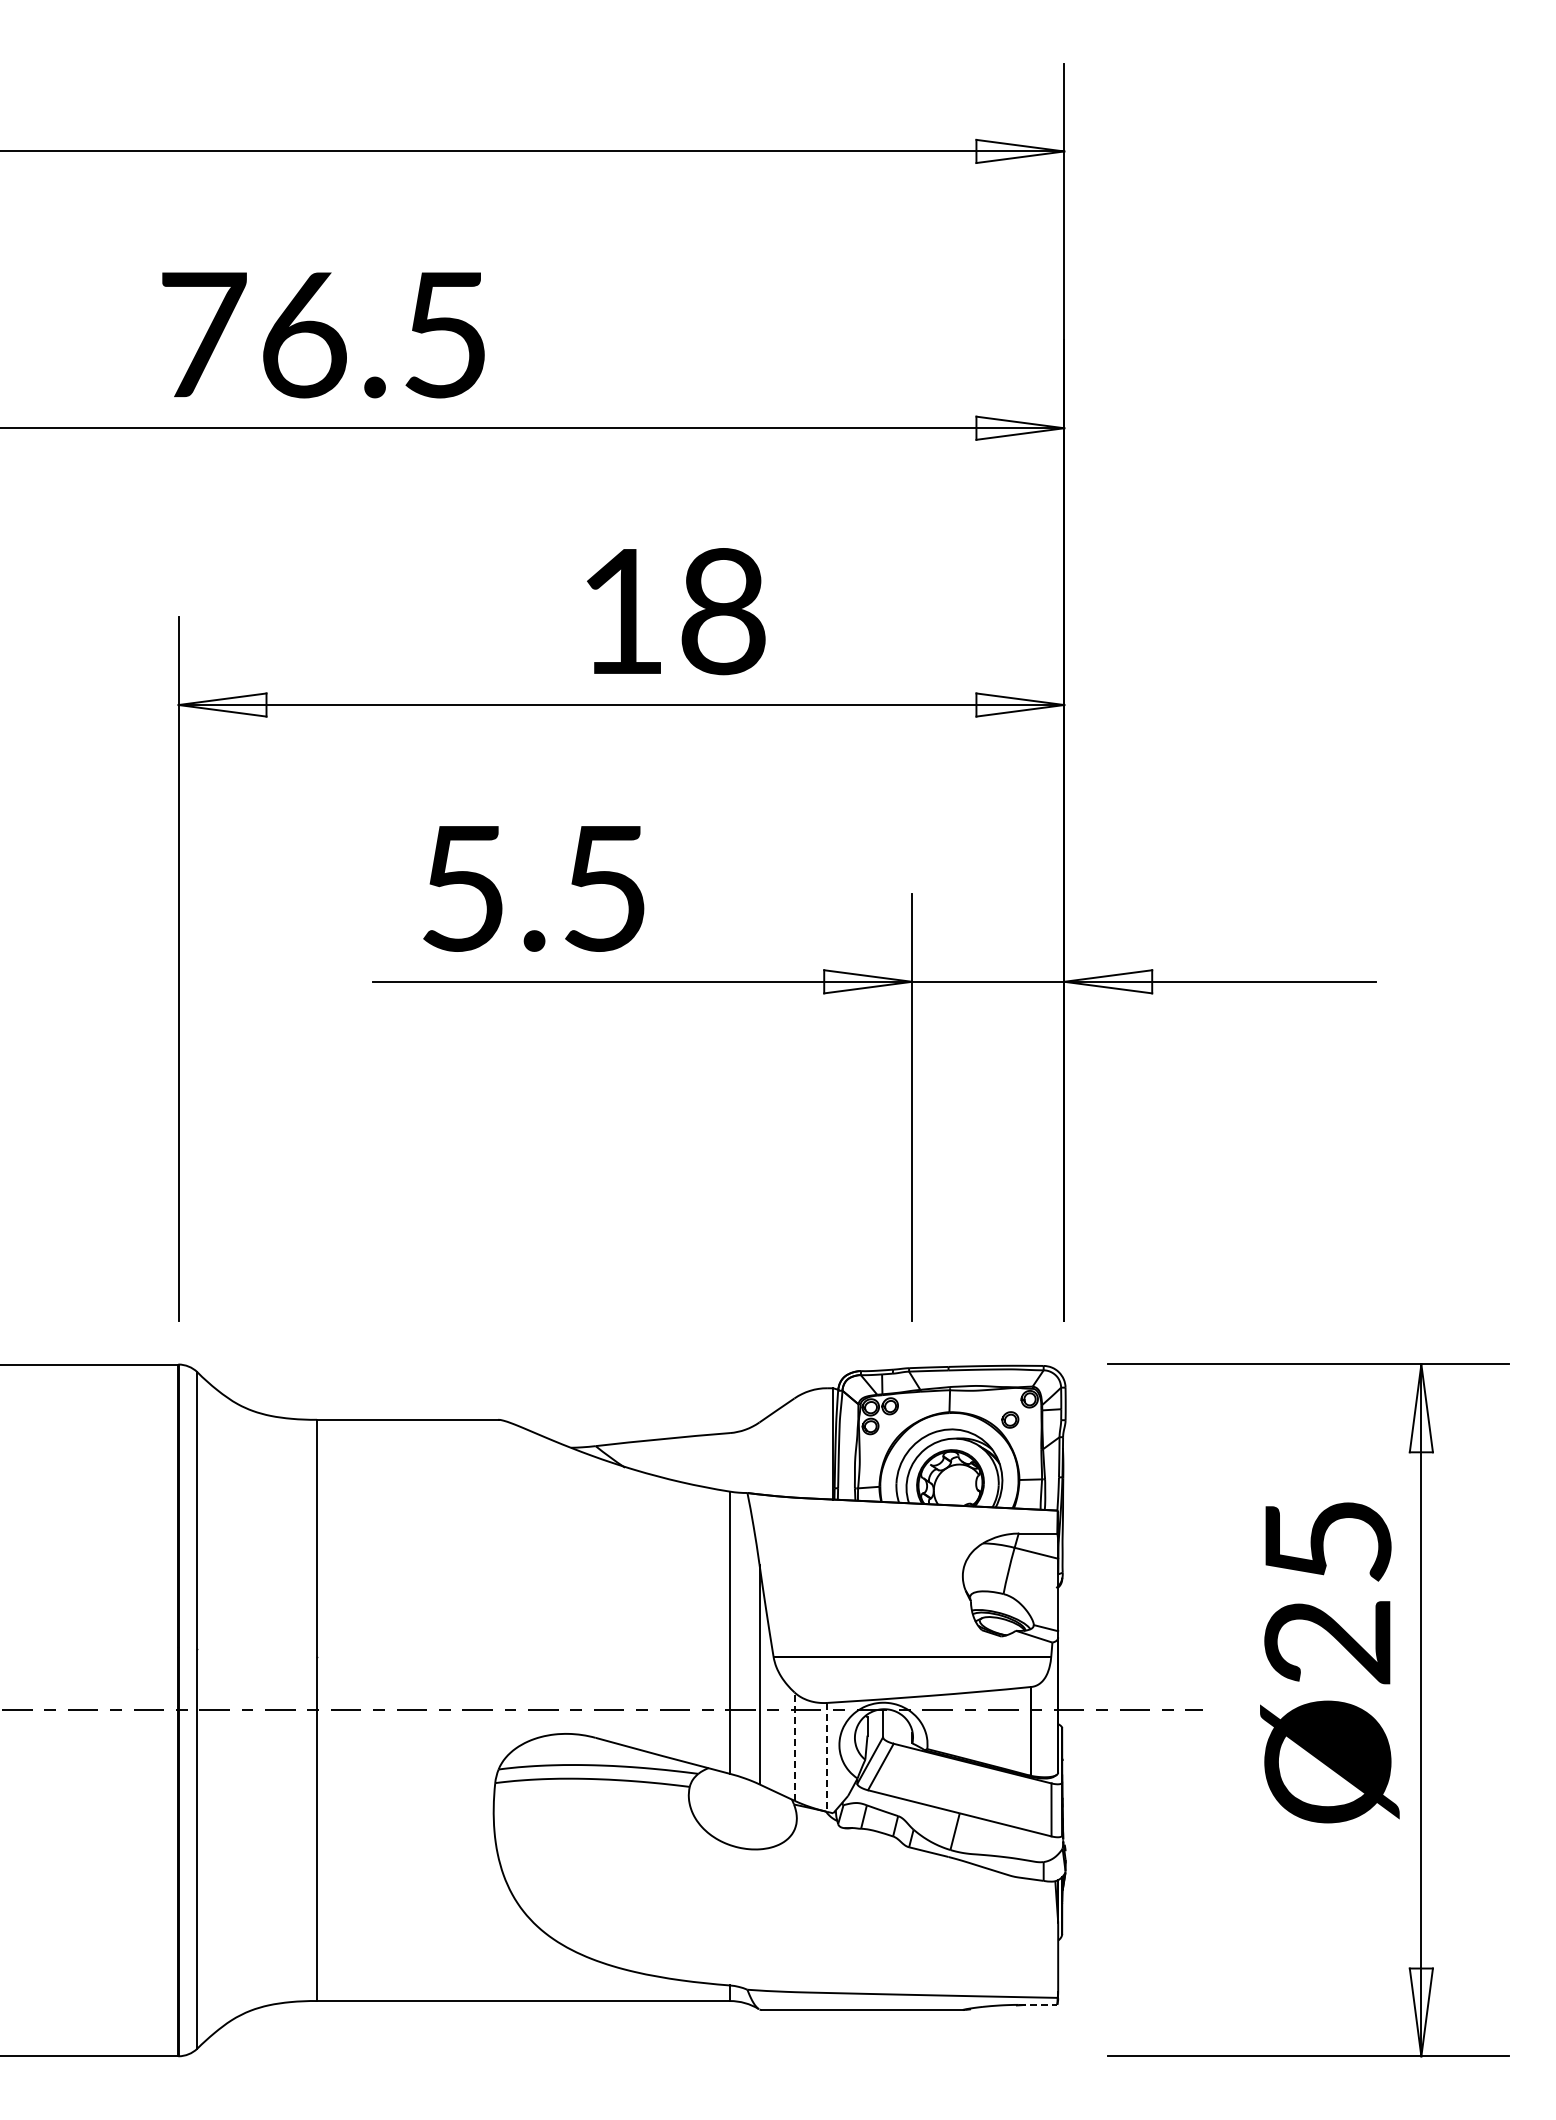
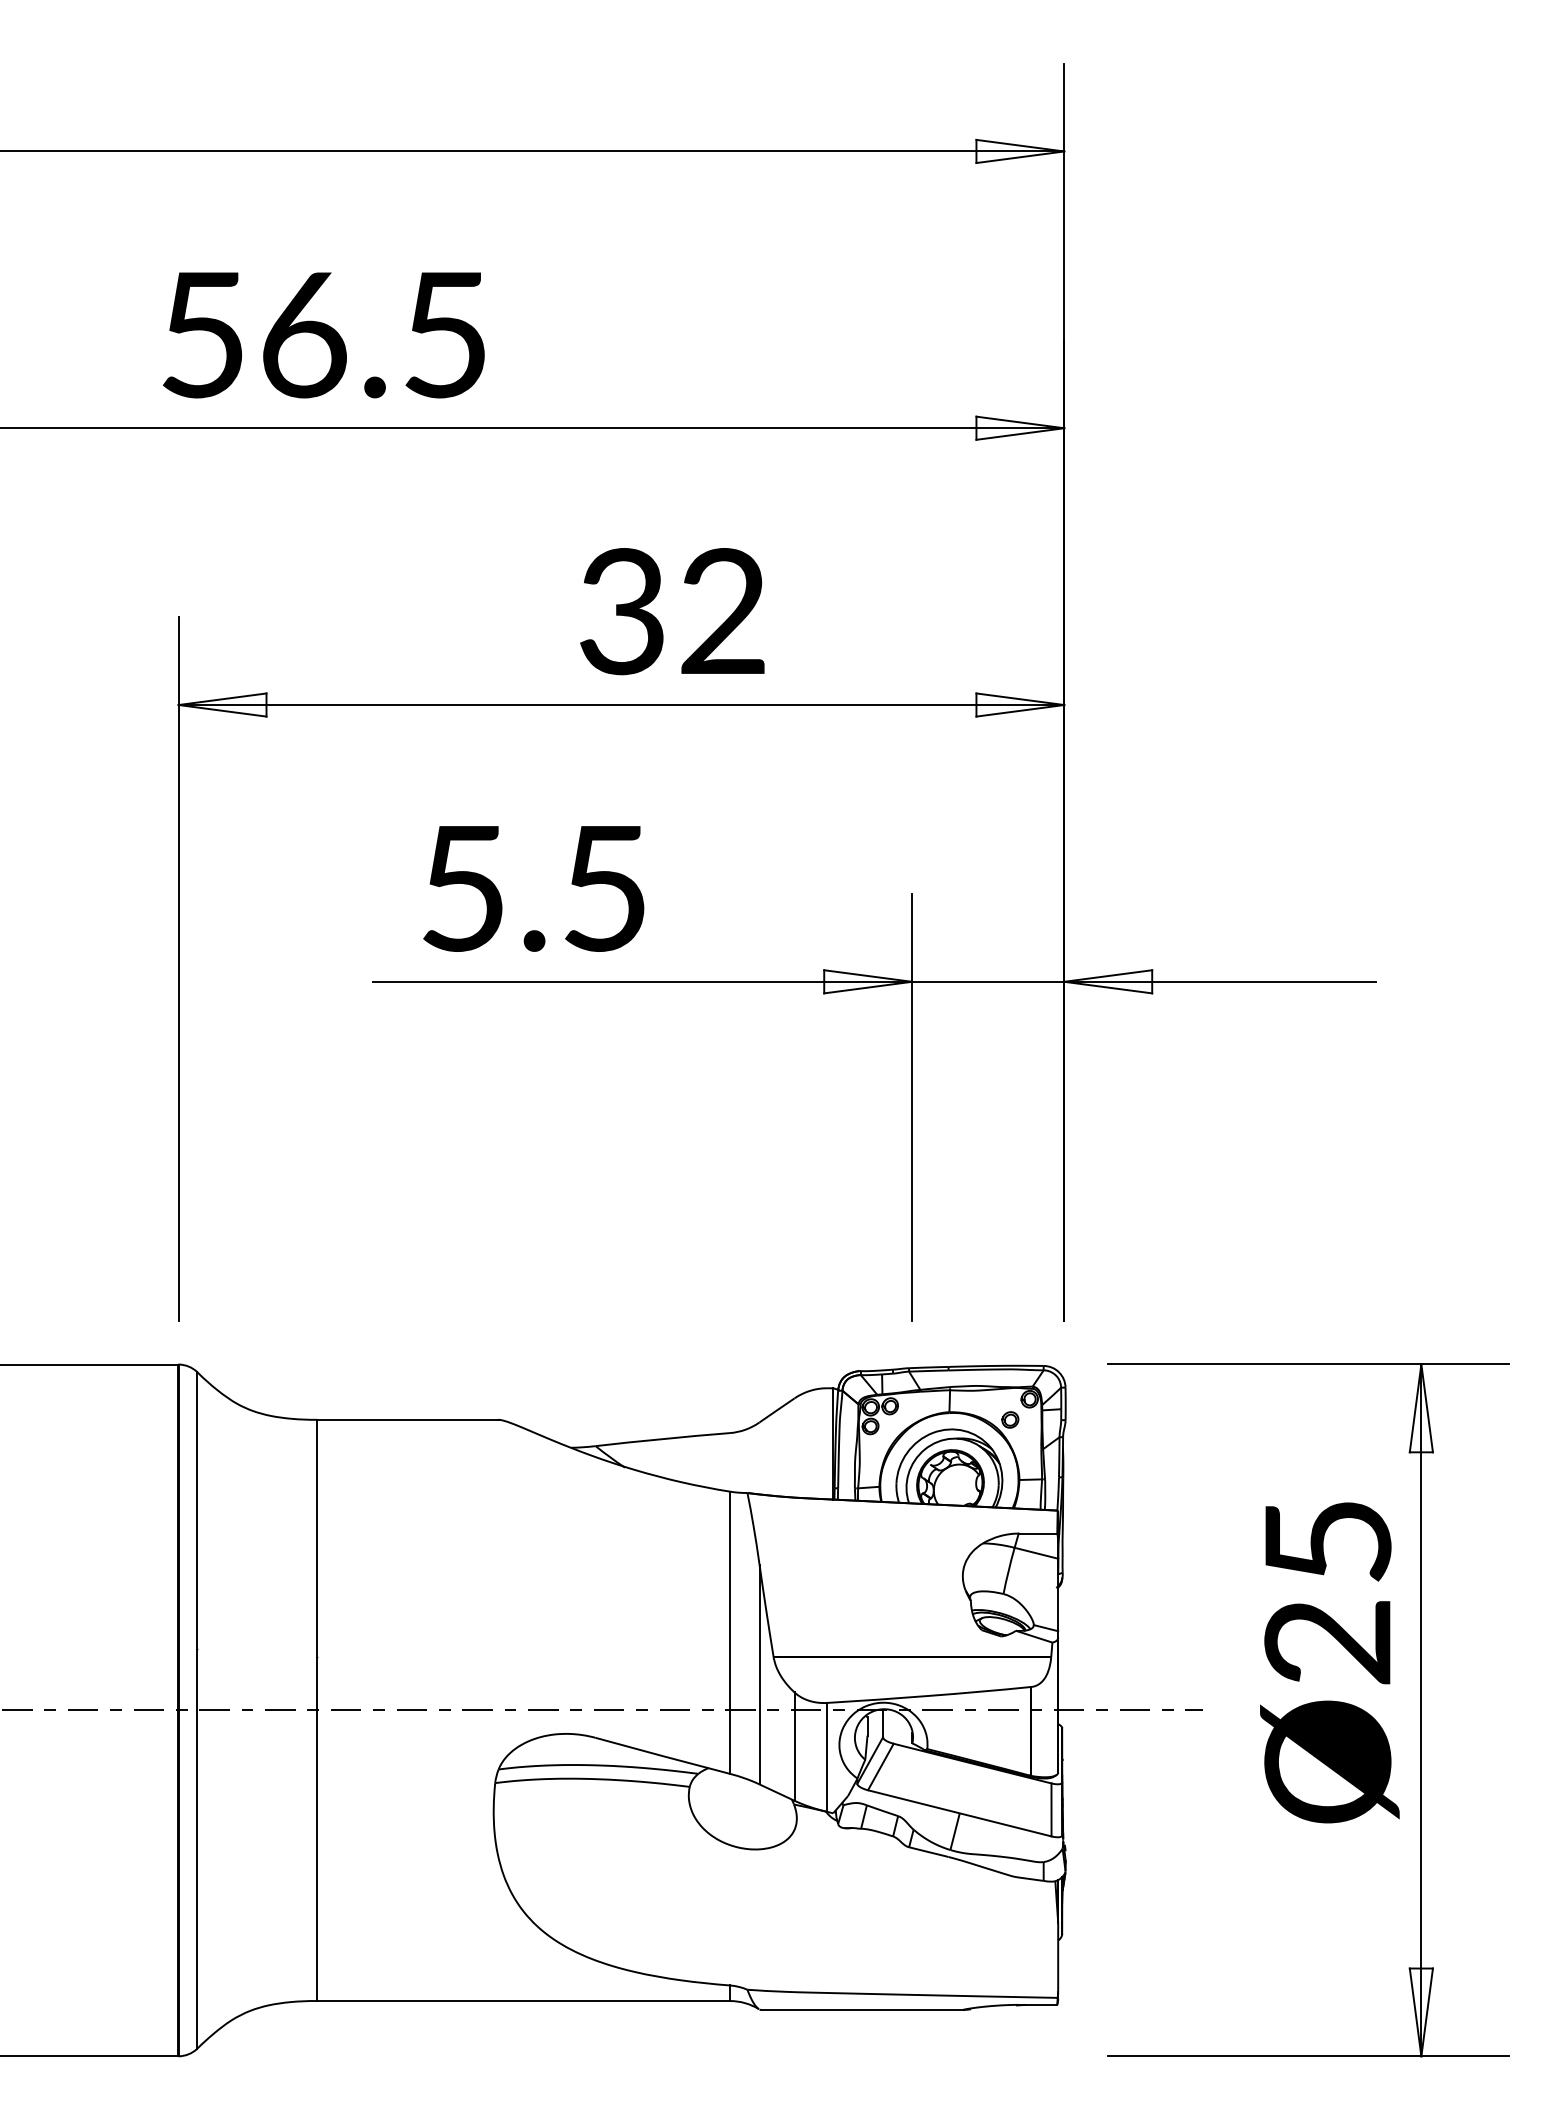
text at (204, 335): 76.5 -> 56.5
text at (672, 611): 18 -> 32
line at (794, 1746): dashed -> solid
line at (827, 1757): dashed -> solid
line at (1038, 2004): dashed -> solid
